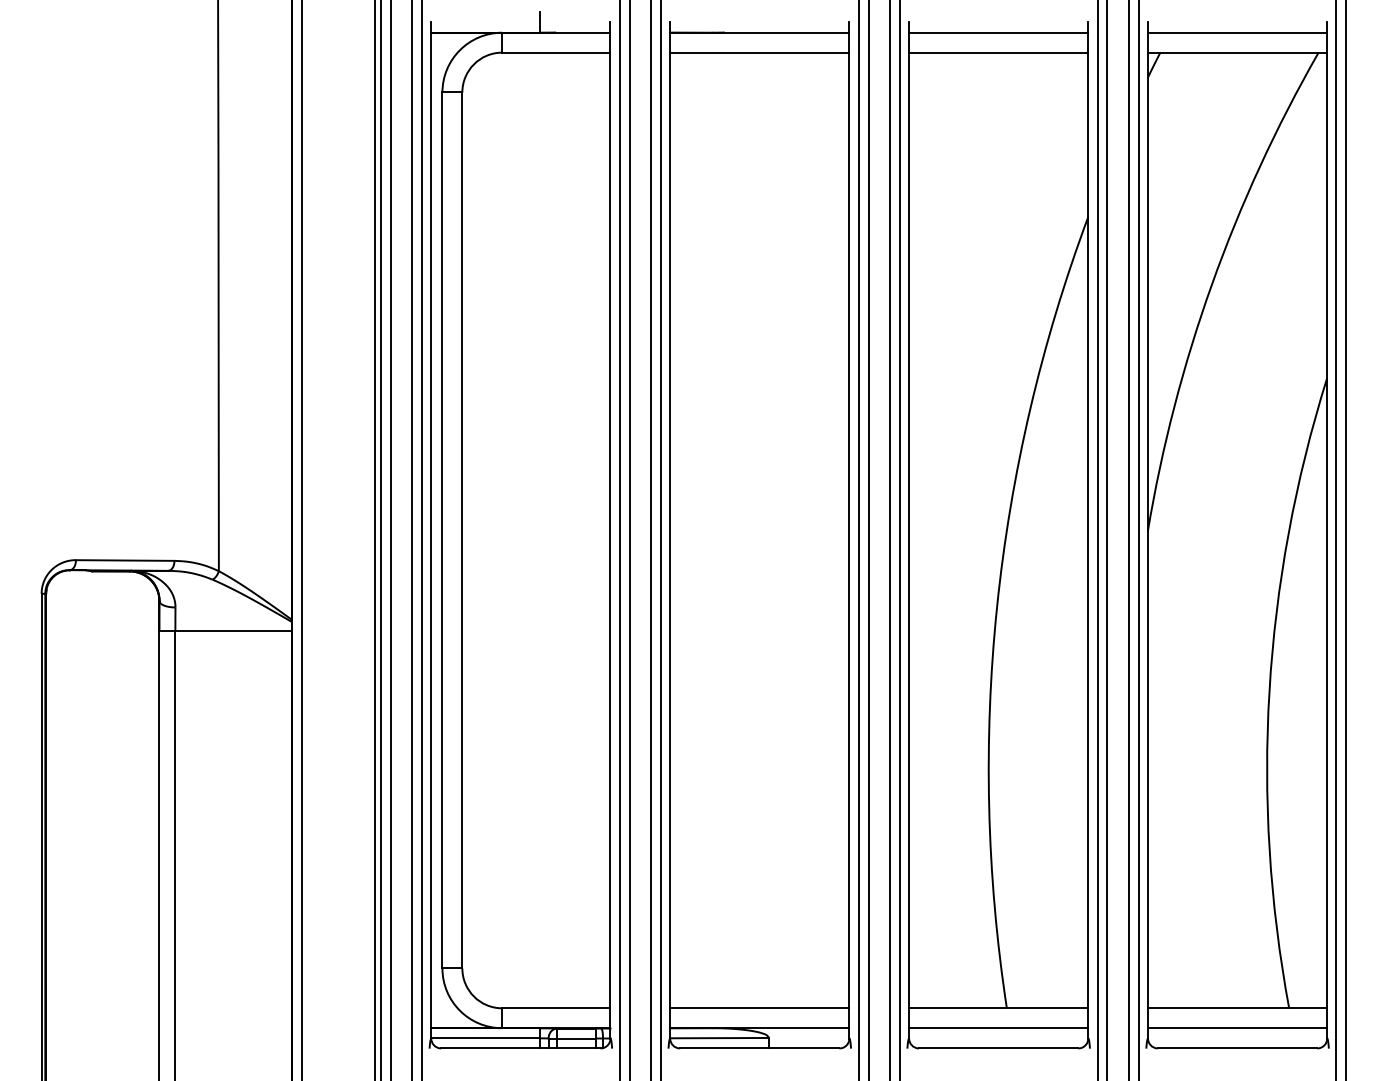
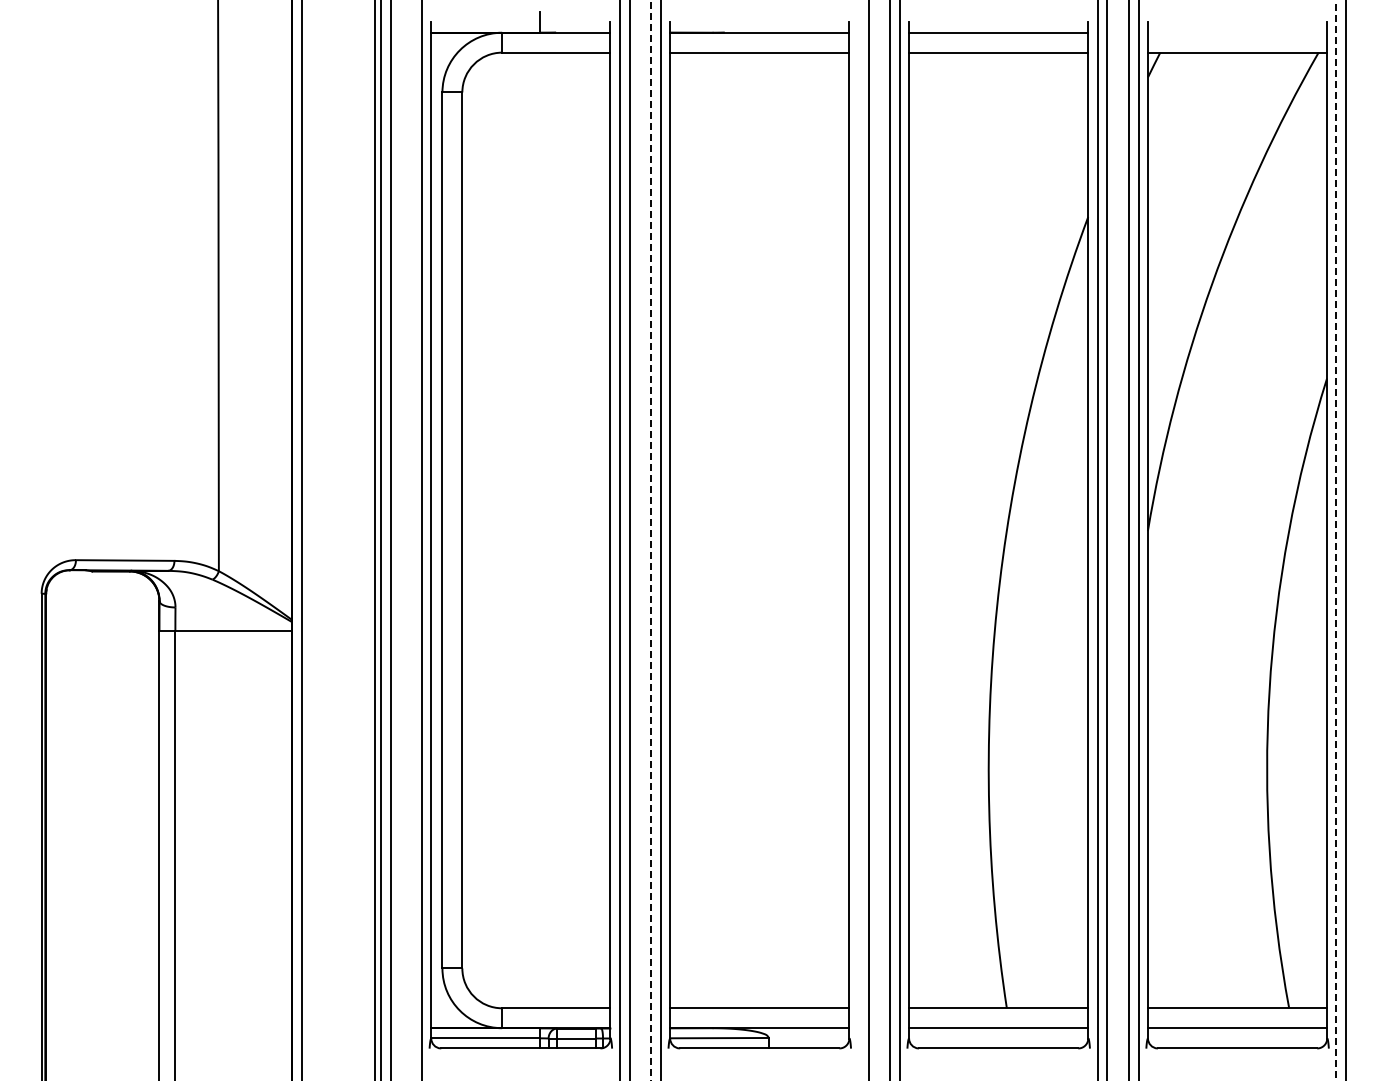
line at (1237, 32): present -> none
line at (412, 539): present -> none
line at (858, 539): present -> none
line at (651, 540): solid -> dashed
line at (1336, 540): solid -> dashed
